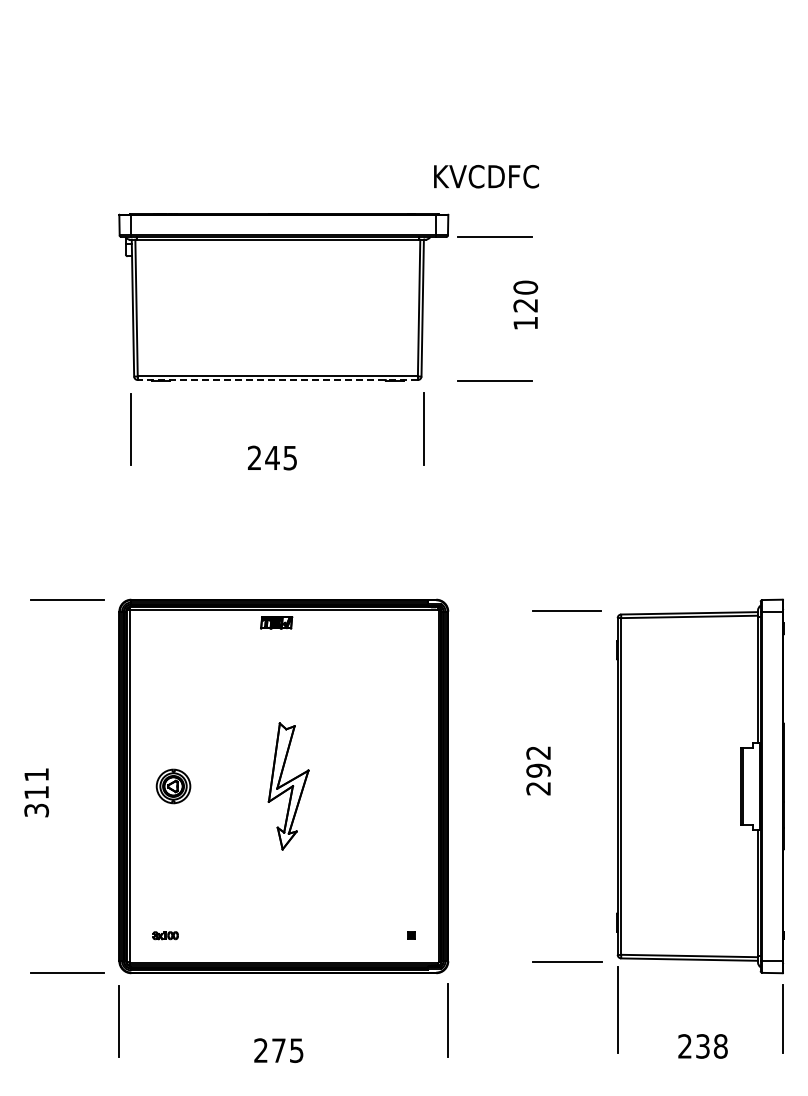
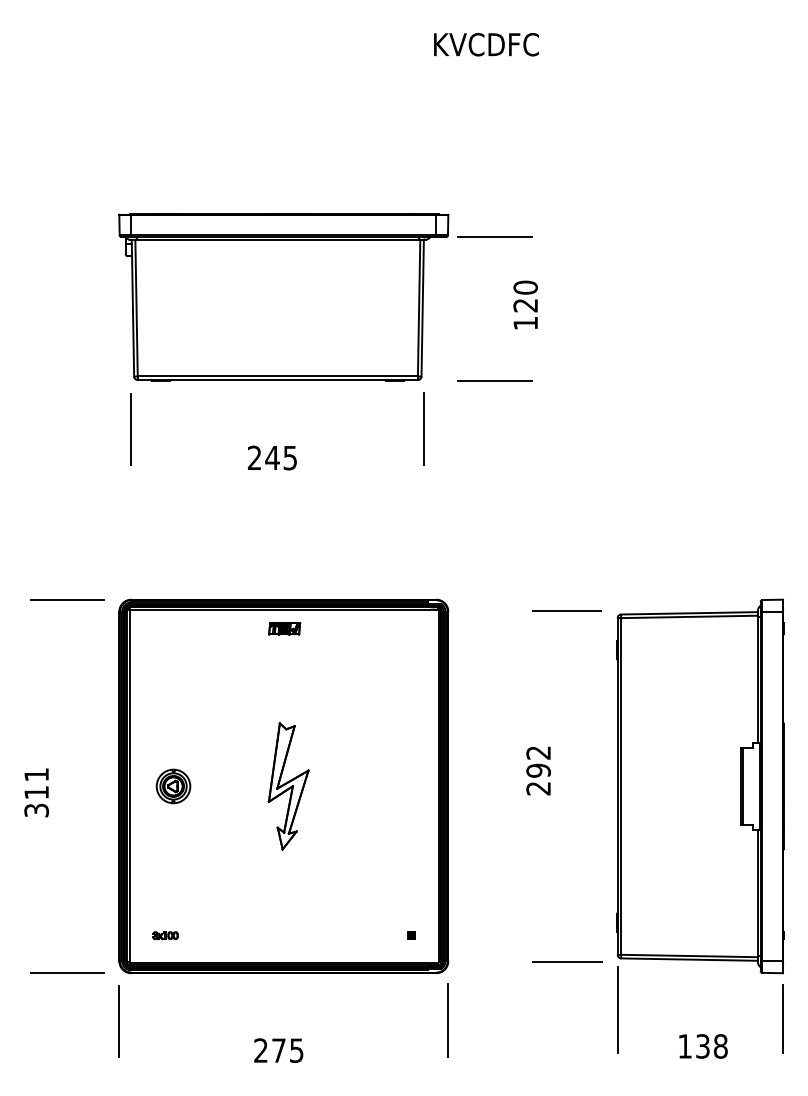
text at (486, 176) position: (486, 176) -> (486, 44)
line at (277, 380): dashed -> solid
part at (276, 622) position: (276, 622) -> (284, 628)
text at (684, 1046): 238 -> 138
